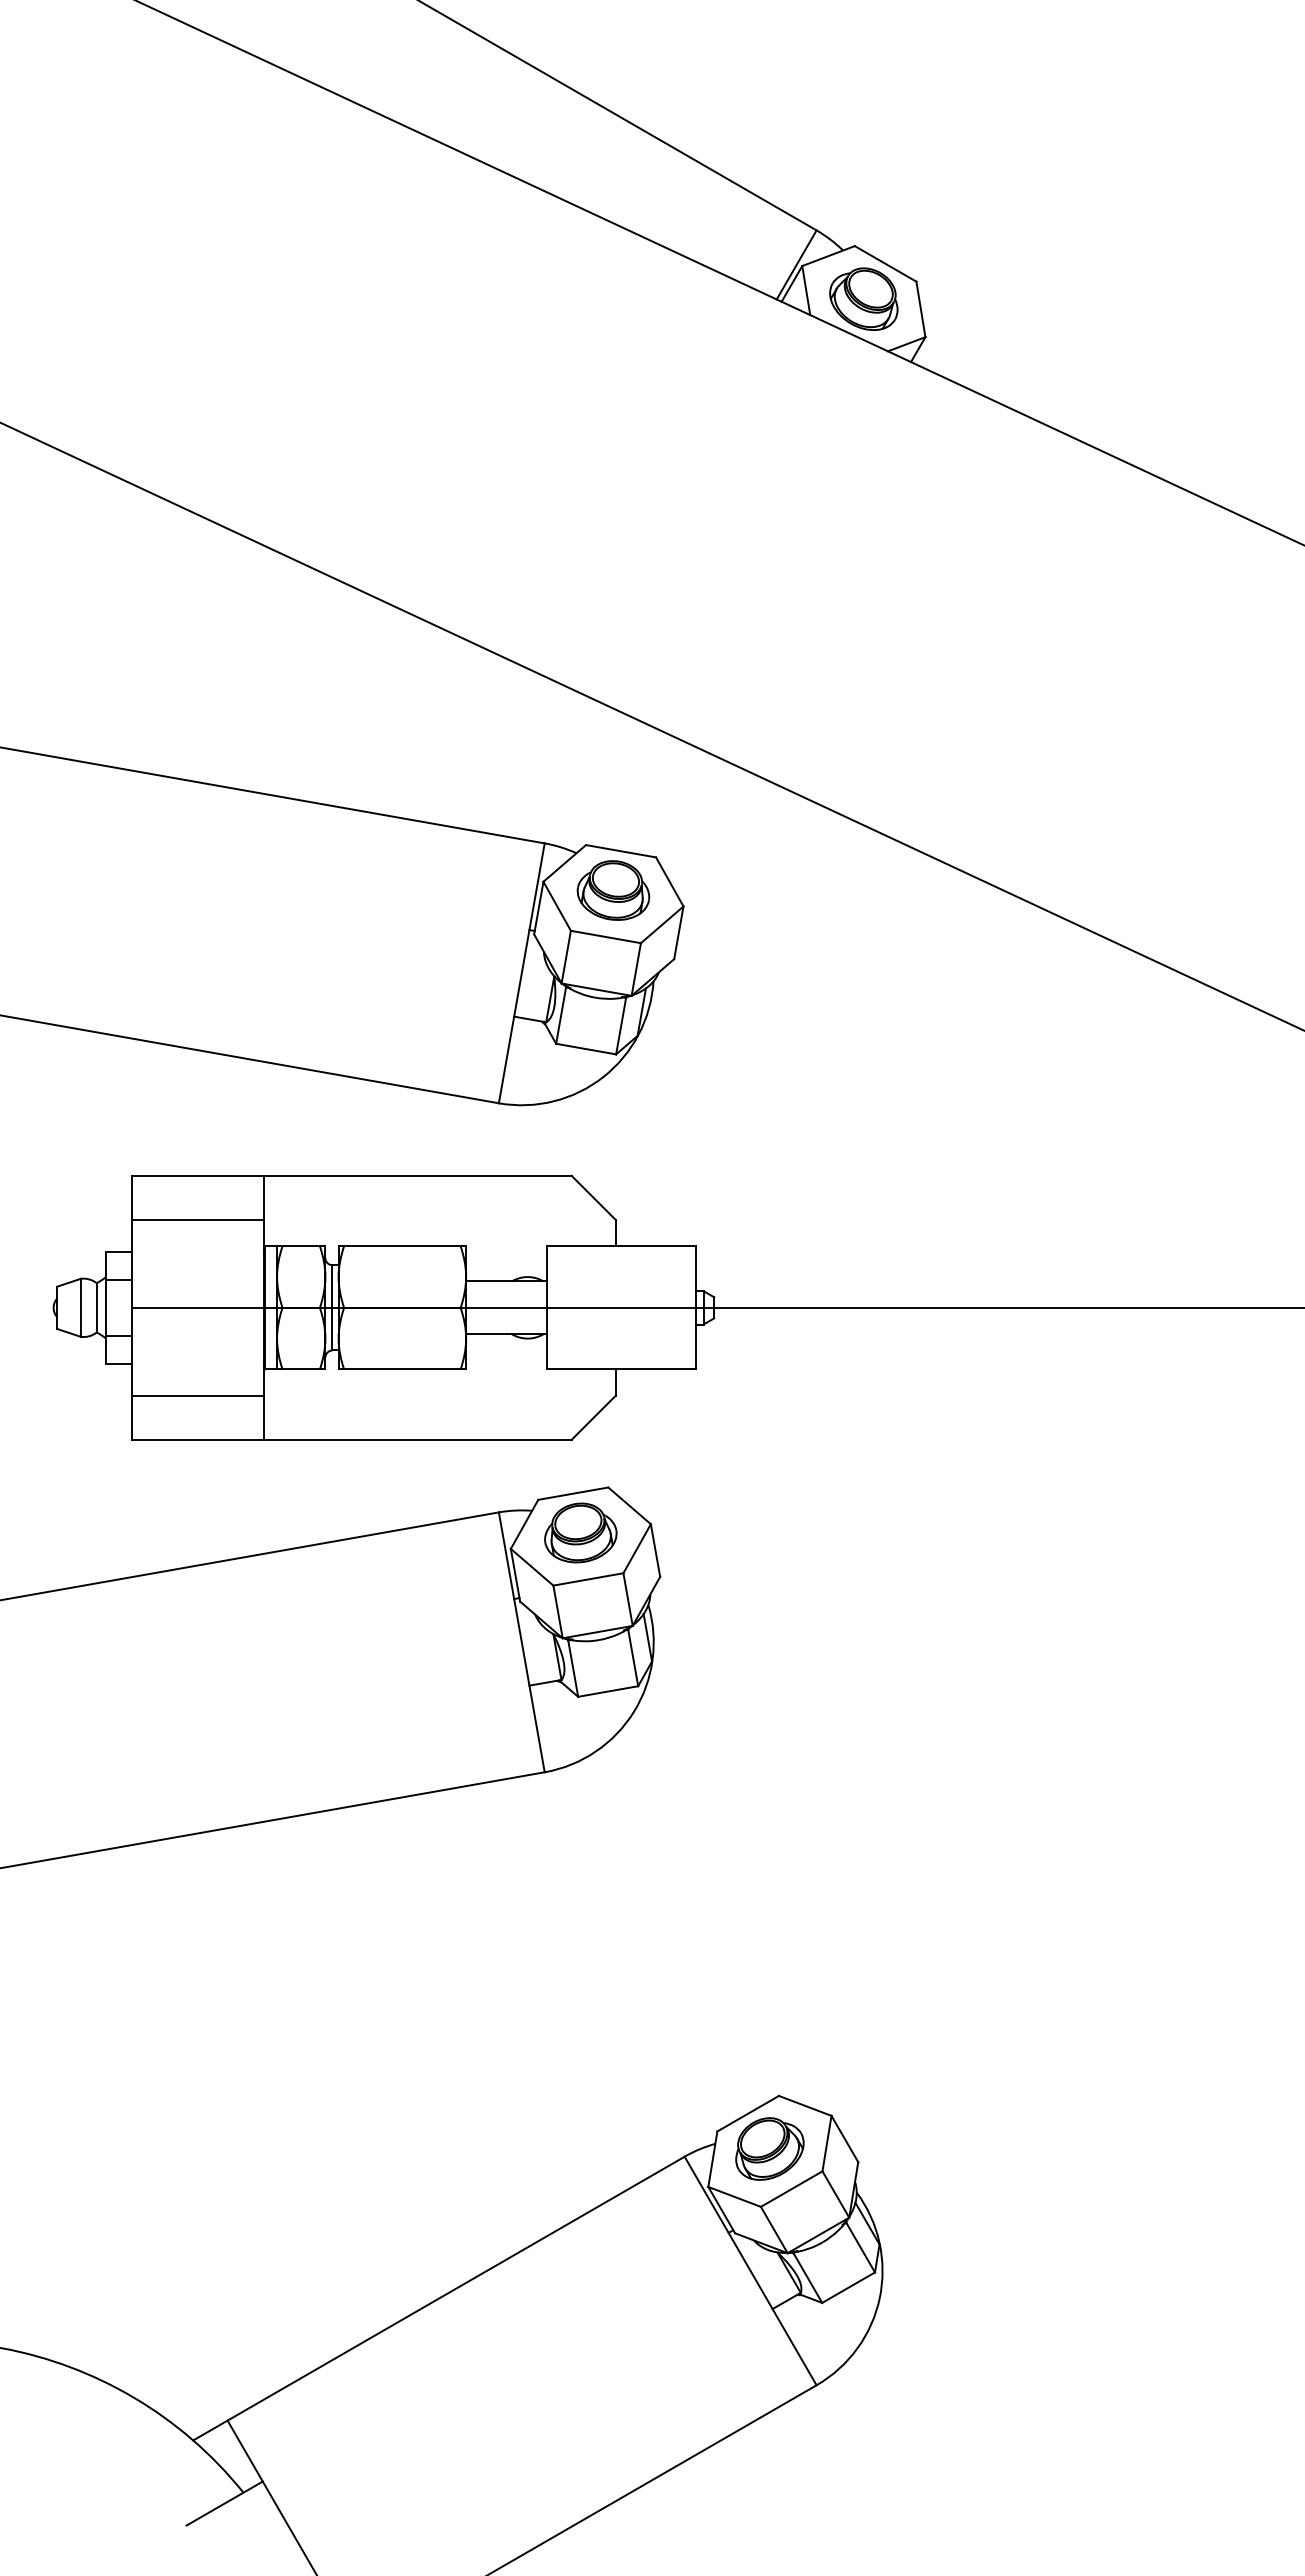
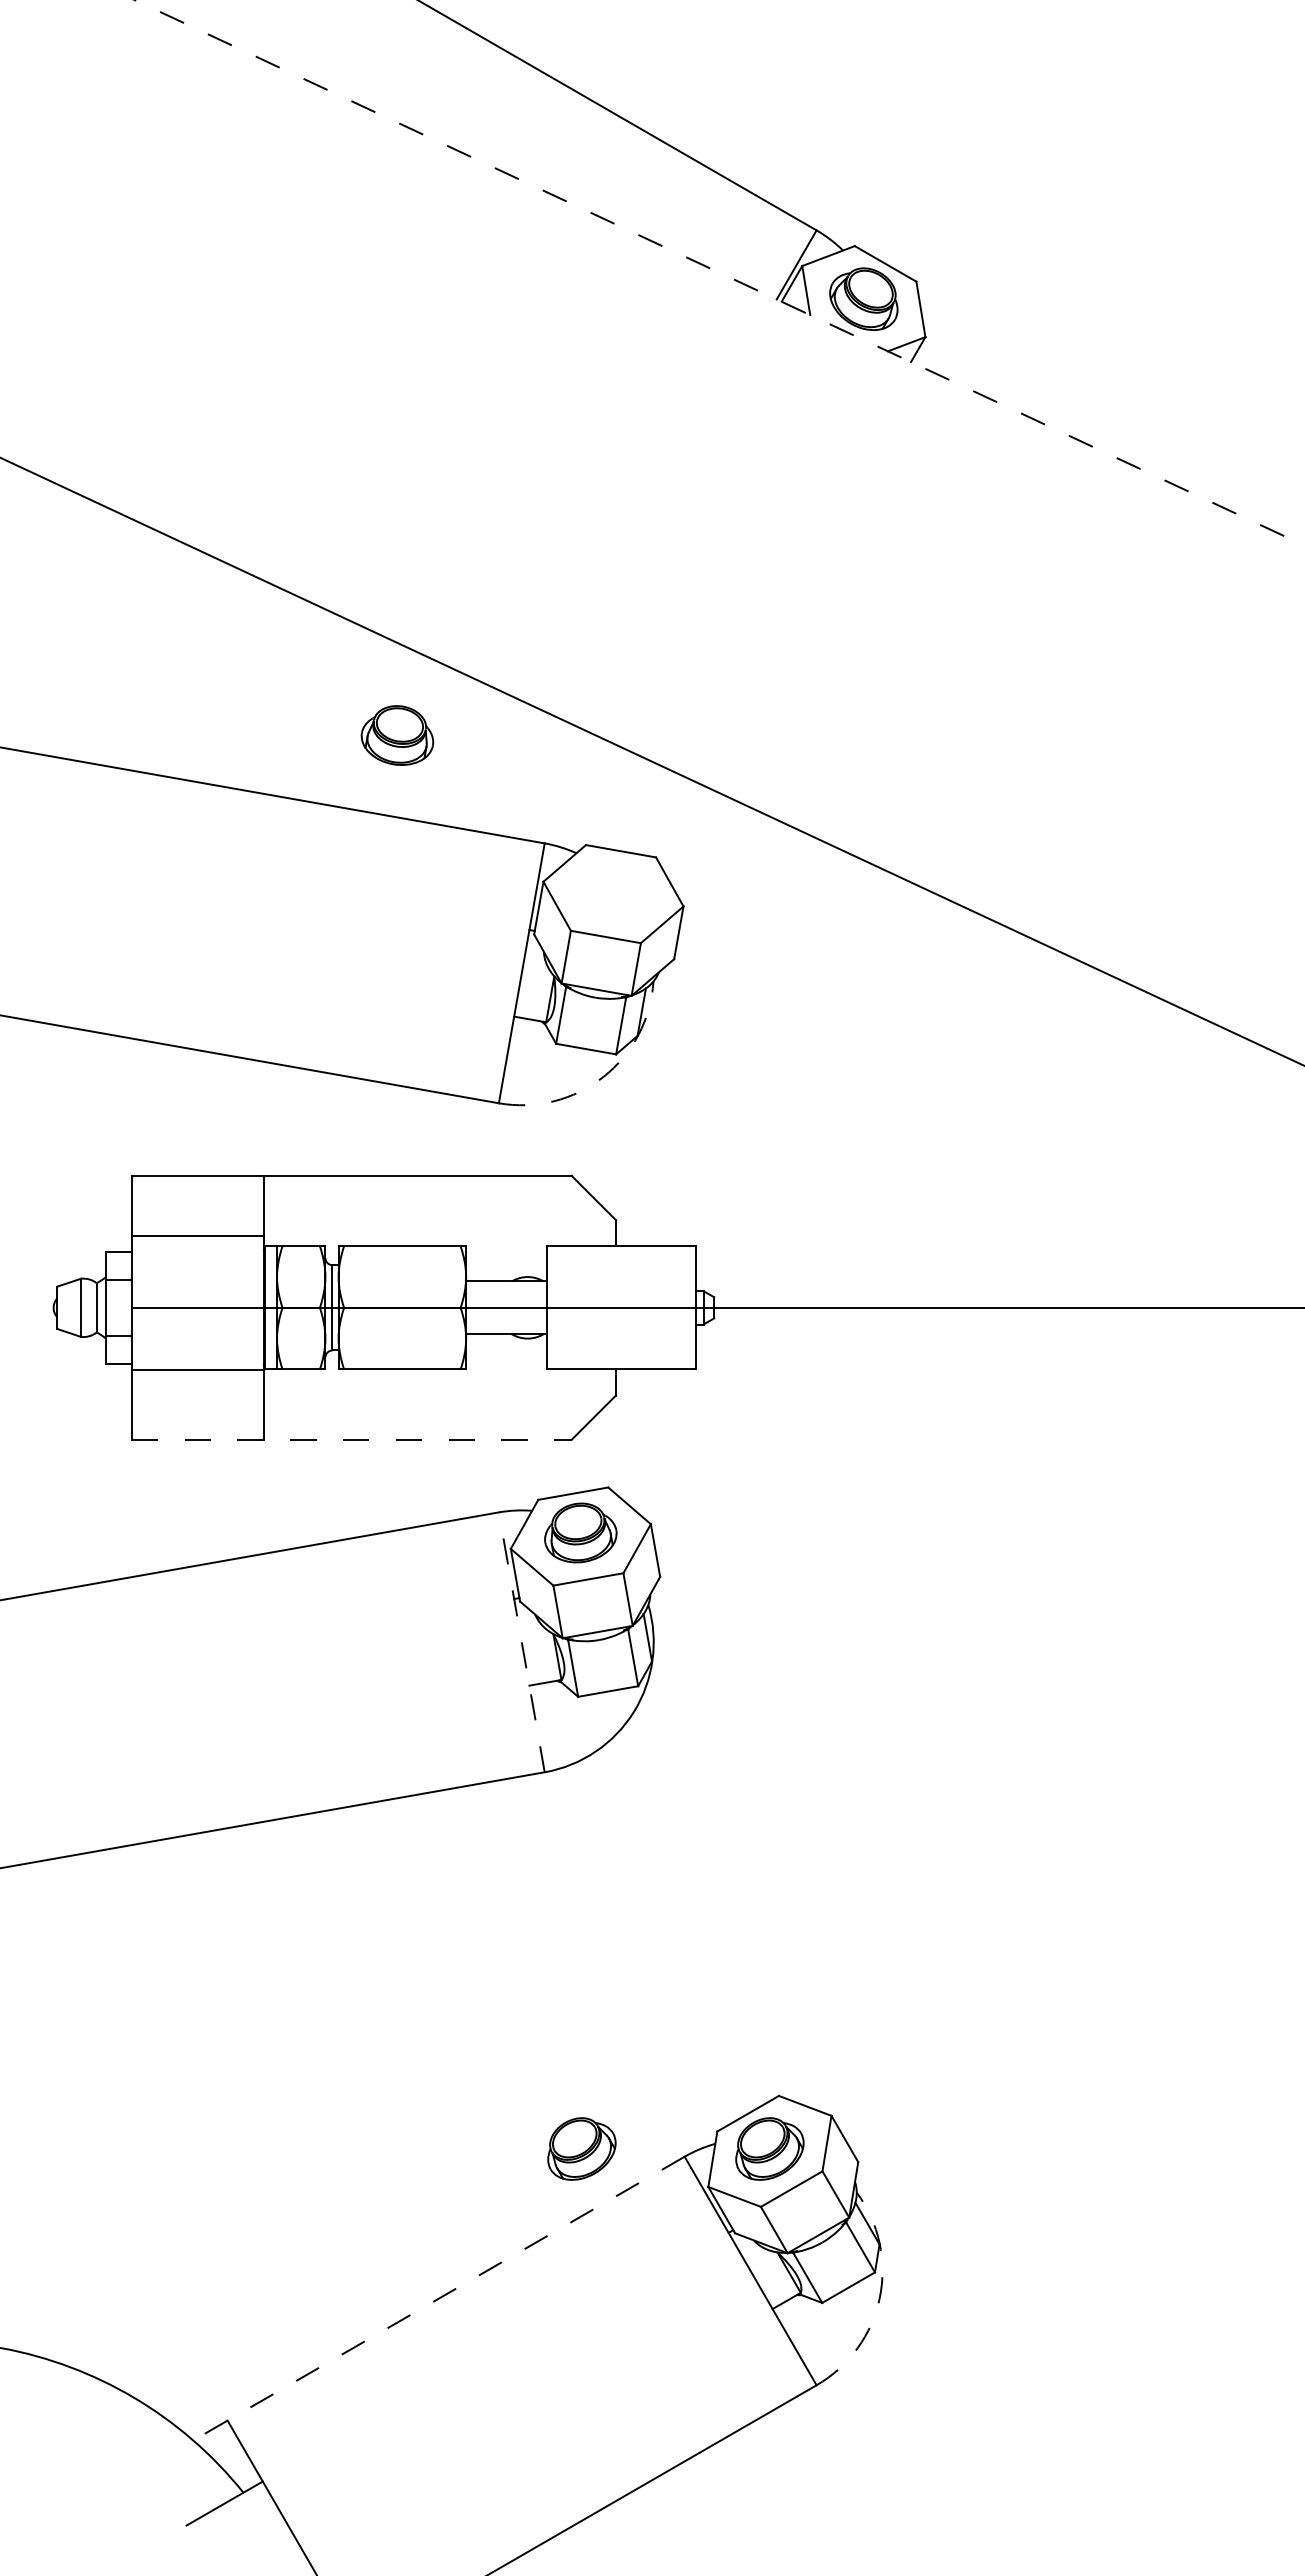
line at (719, 272): solid -> dashed
line at (651, 726) position: (651, 726) -> (651, 761)
part at (613, 890) position: (613, 890) -> (397, 735)
arc at (603, 1076): solid -> dashed
line at (197, 1219) position: (197, 1219) -> (197, 1235)
line at (197, 1395) position: (197, 1395) -> (197, 1369)
line at (351, 1439): solid -> dashed
line at (521, 1642): solid -> dashed
part at (581, 2148): none -> present
arc at (879, 2297): solid -> dashed
line at (438, 2298): solid -> dashed
